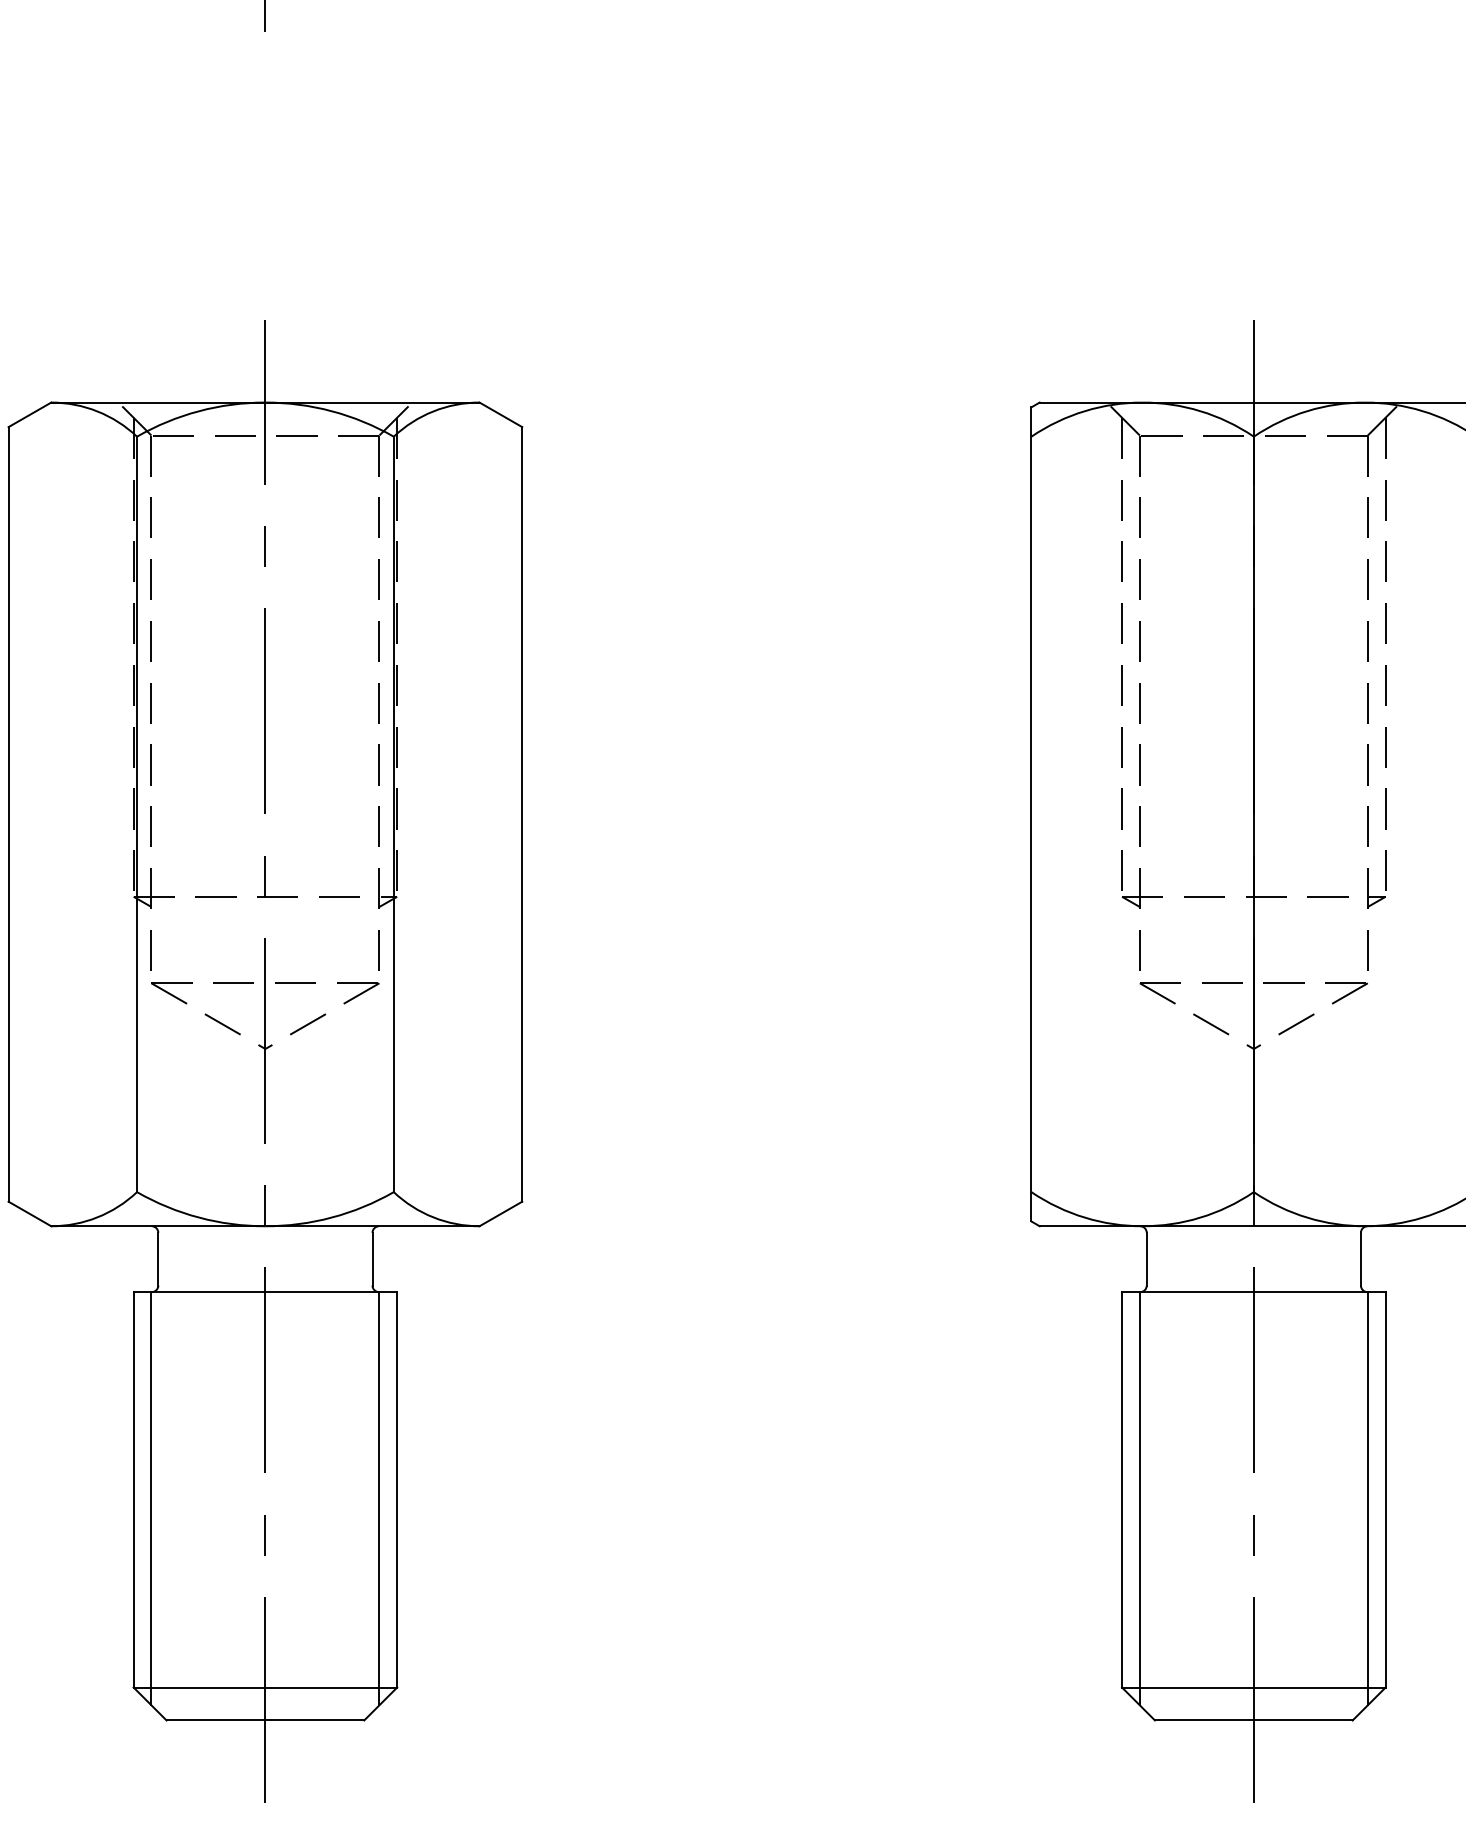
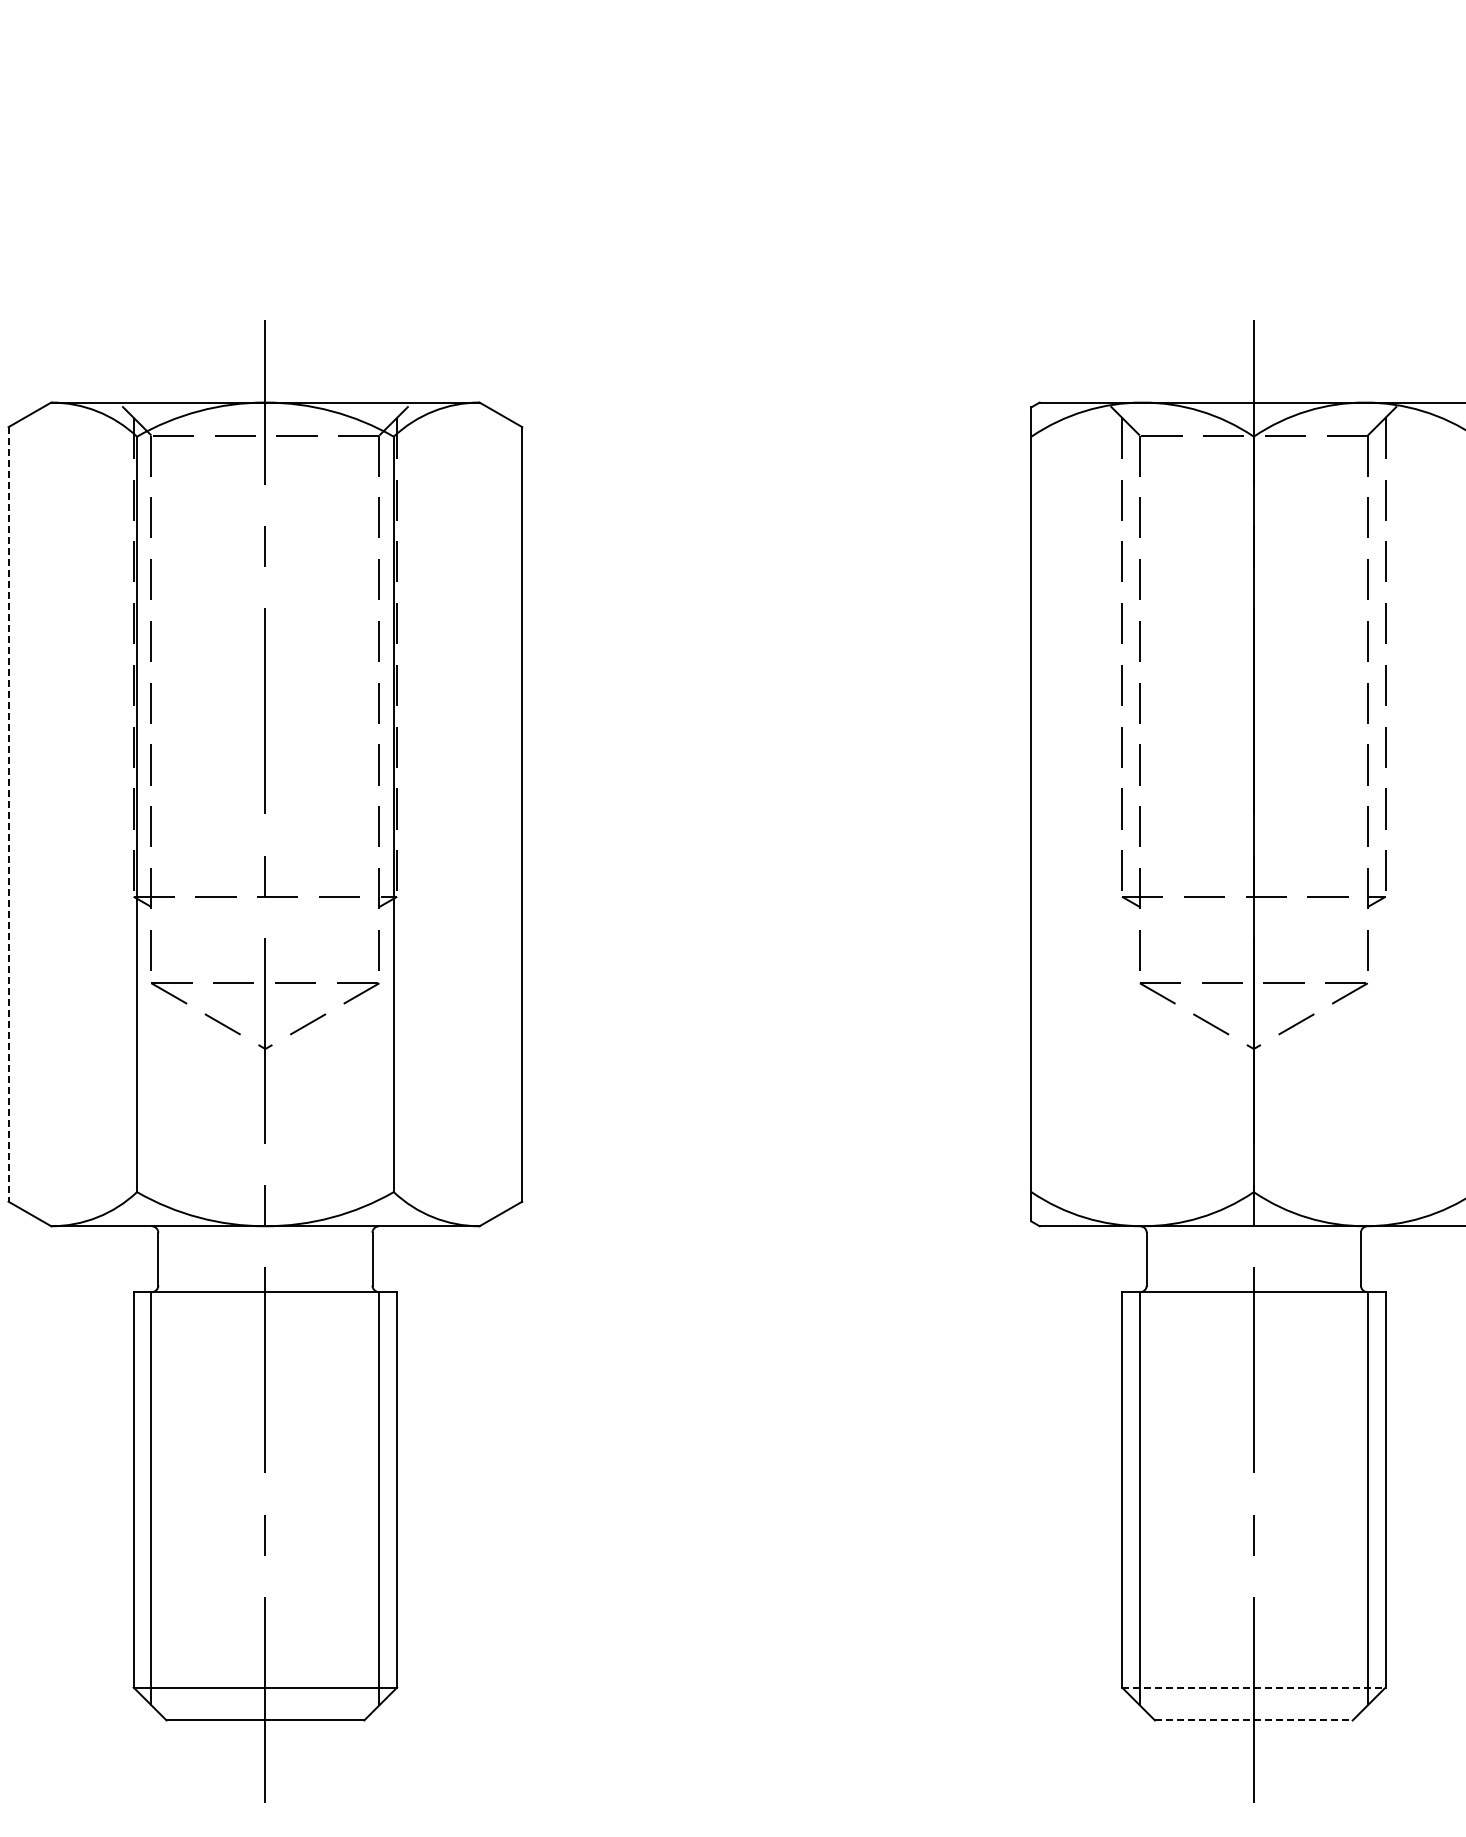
line at (265, 16): present -> none
line at (8, 814): solid -> dashed
line at (1253, 1687): solid -> dashed
line at (1253, 1720): solid -> dashed
